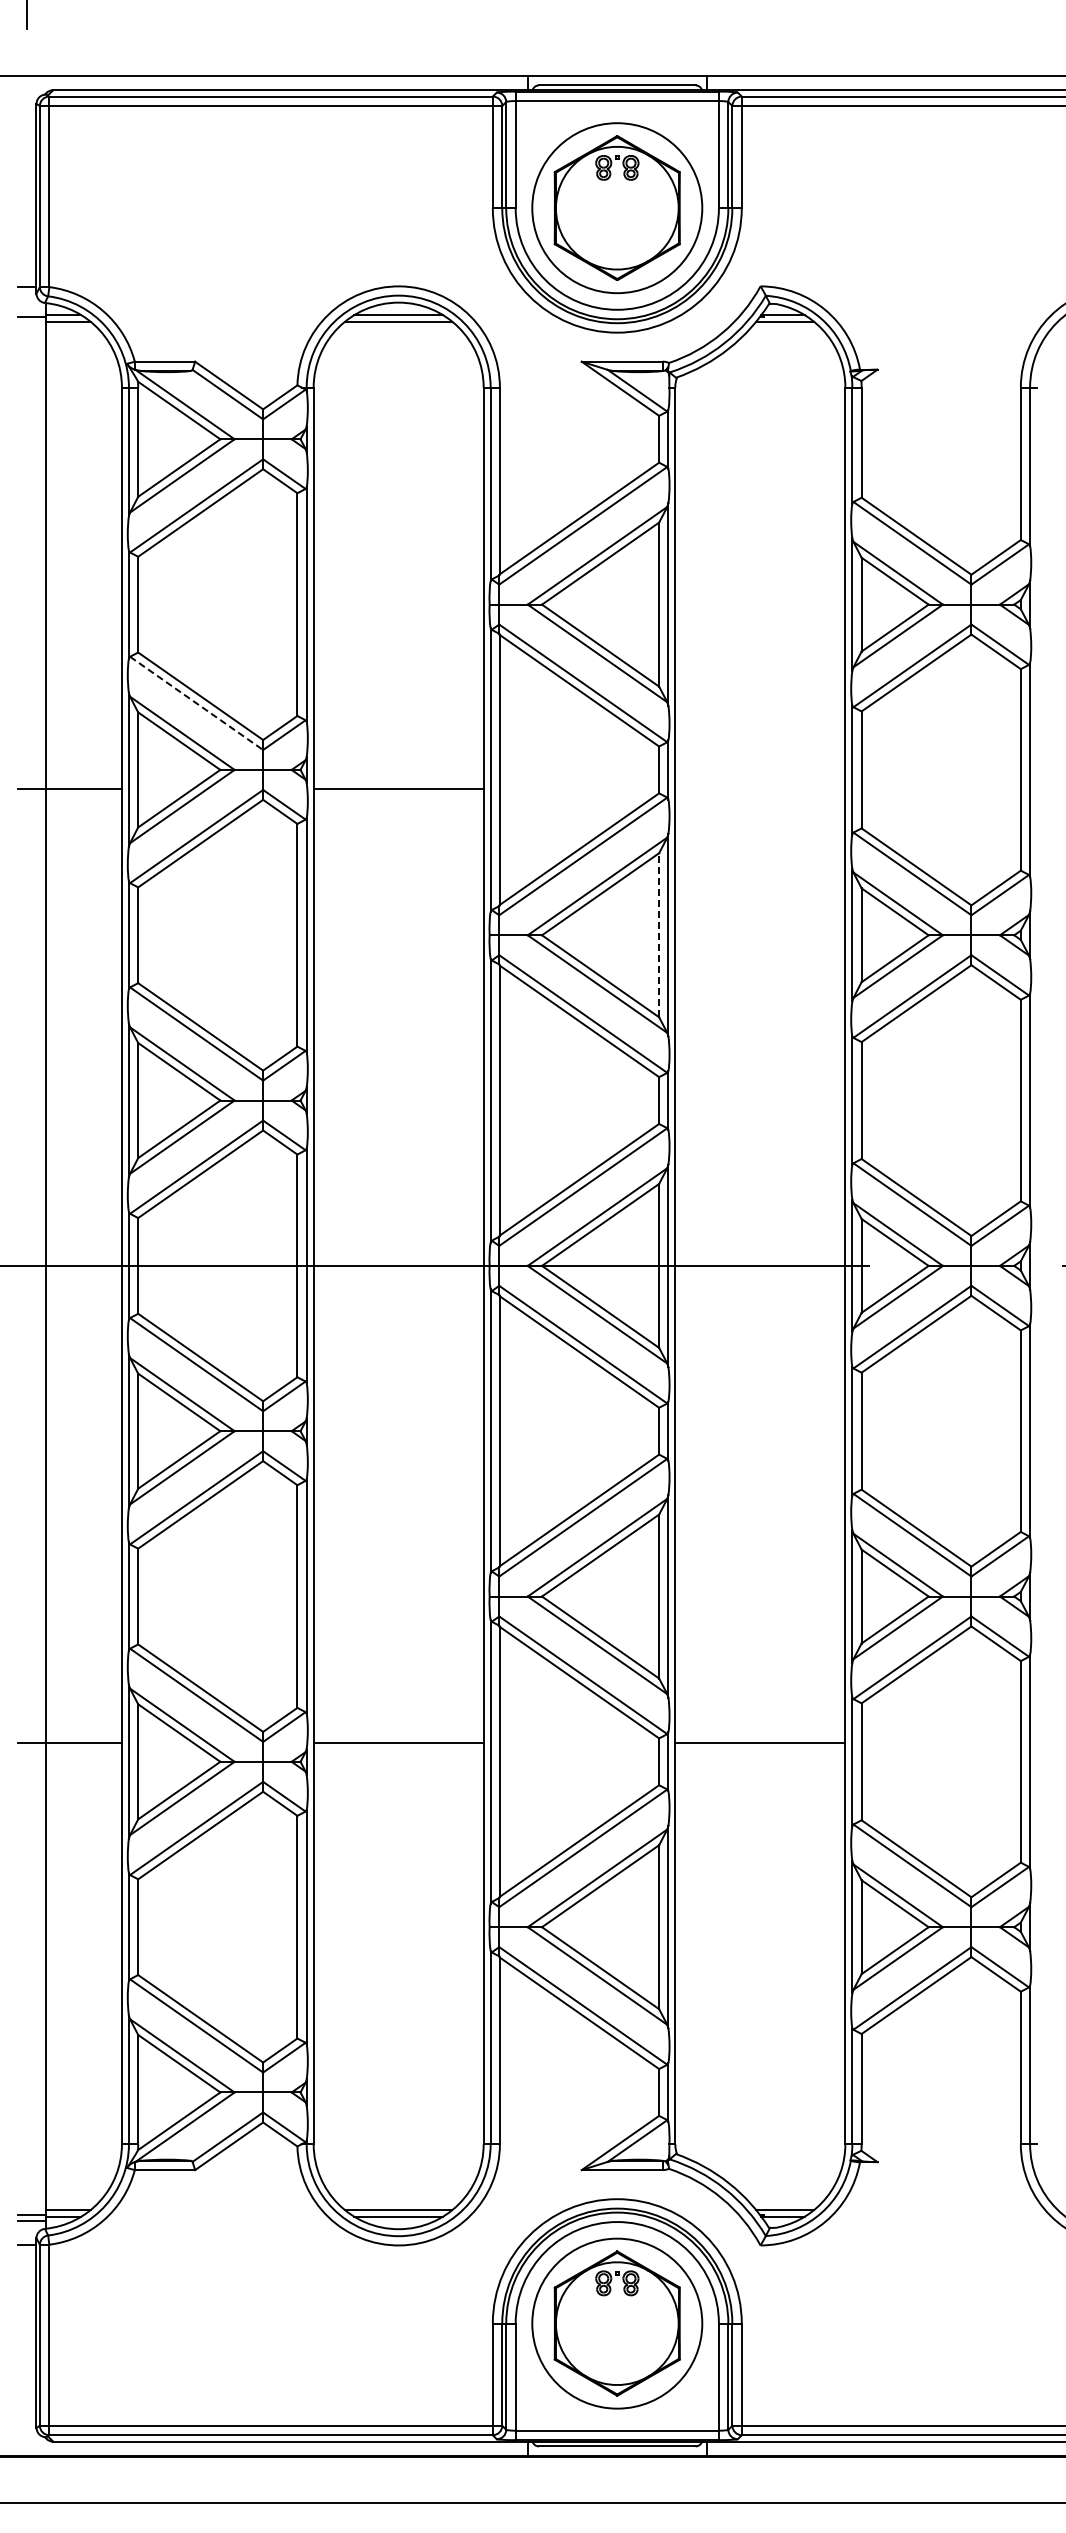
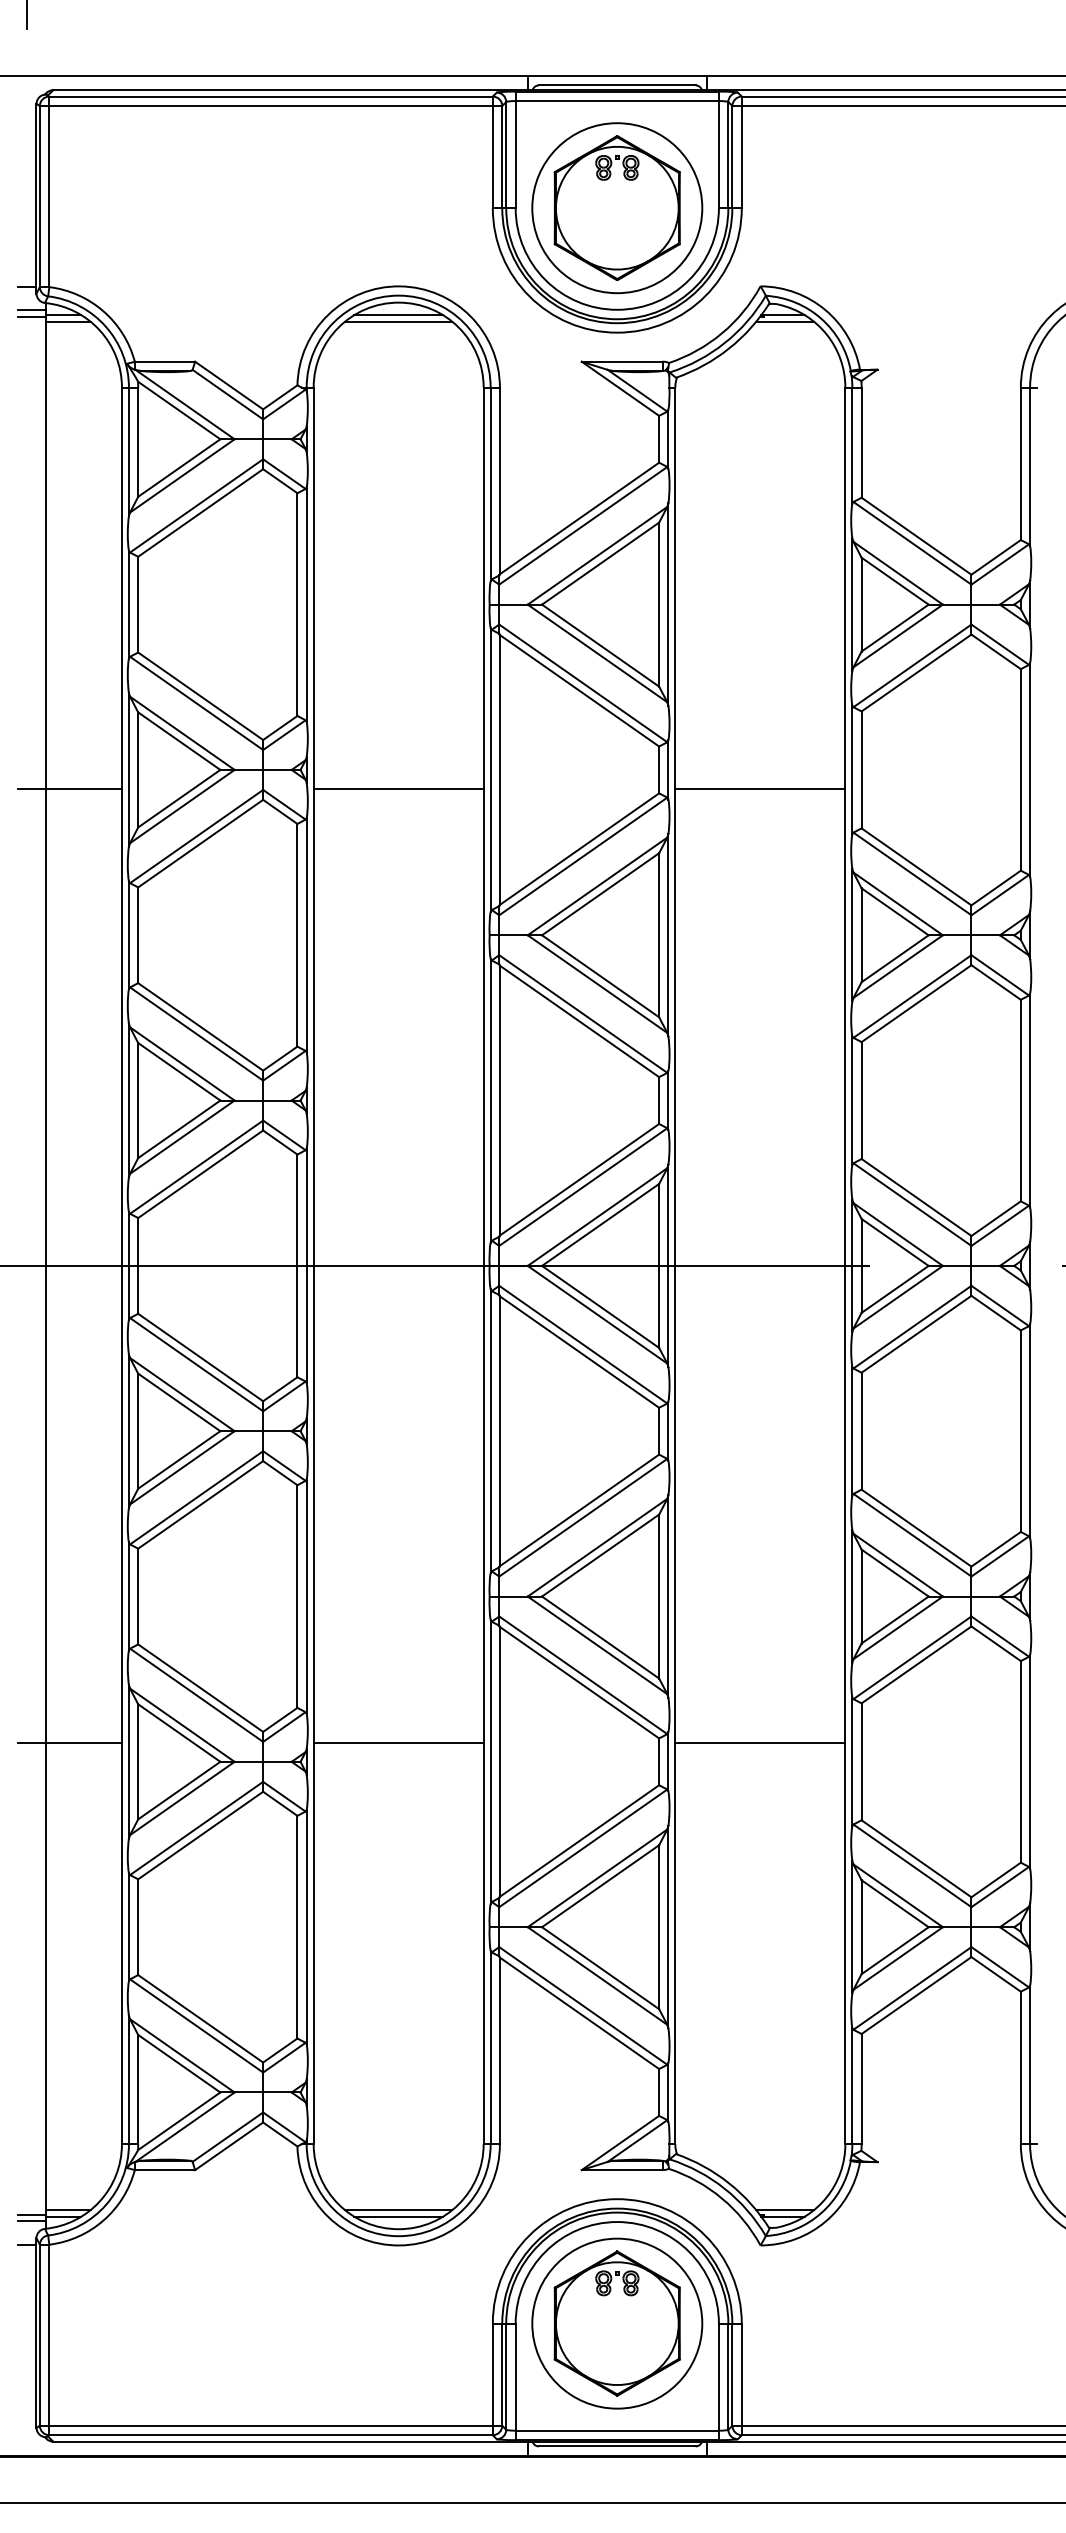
line at (31, 310): none -> present
line at (197, 703): dashed -> solid
line at (760, 789): none -> present
line at (659, 934): dashed -> solid
